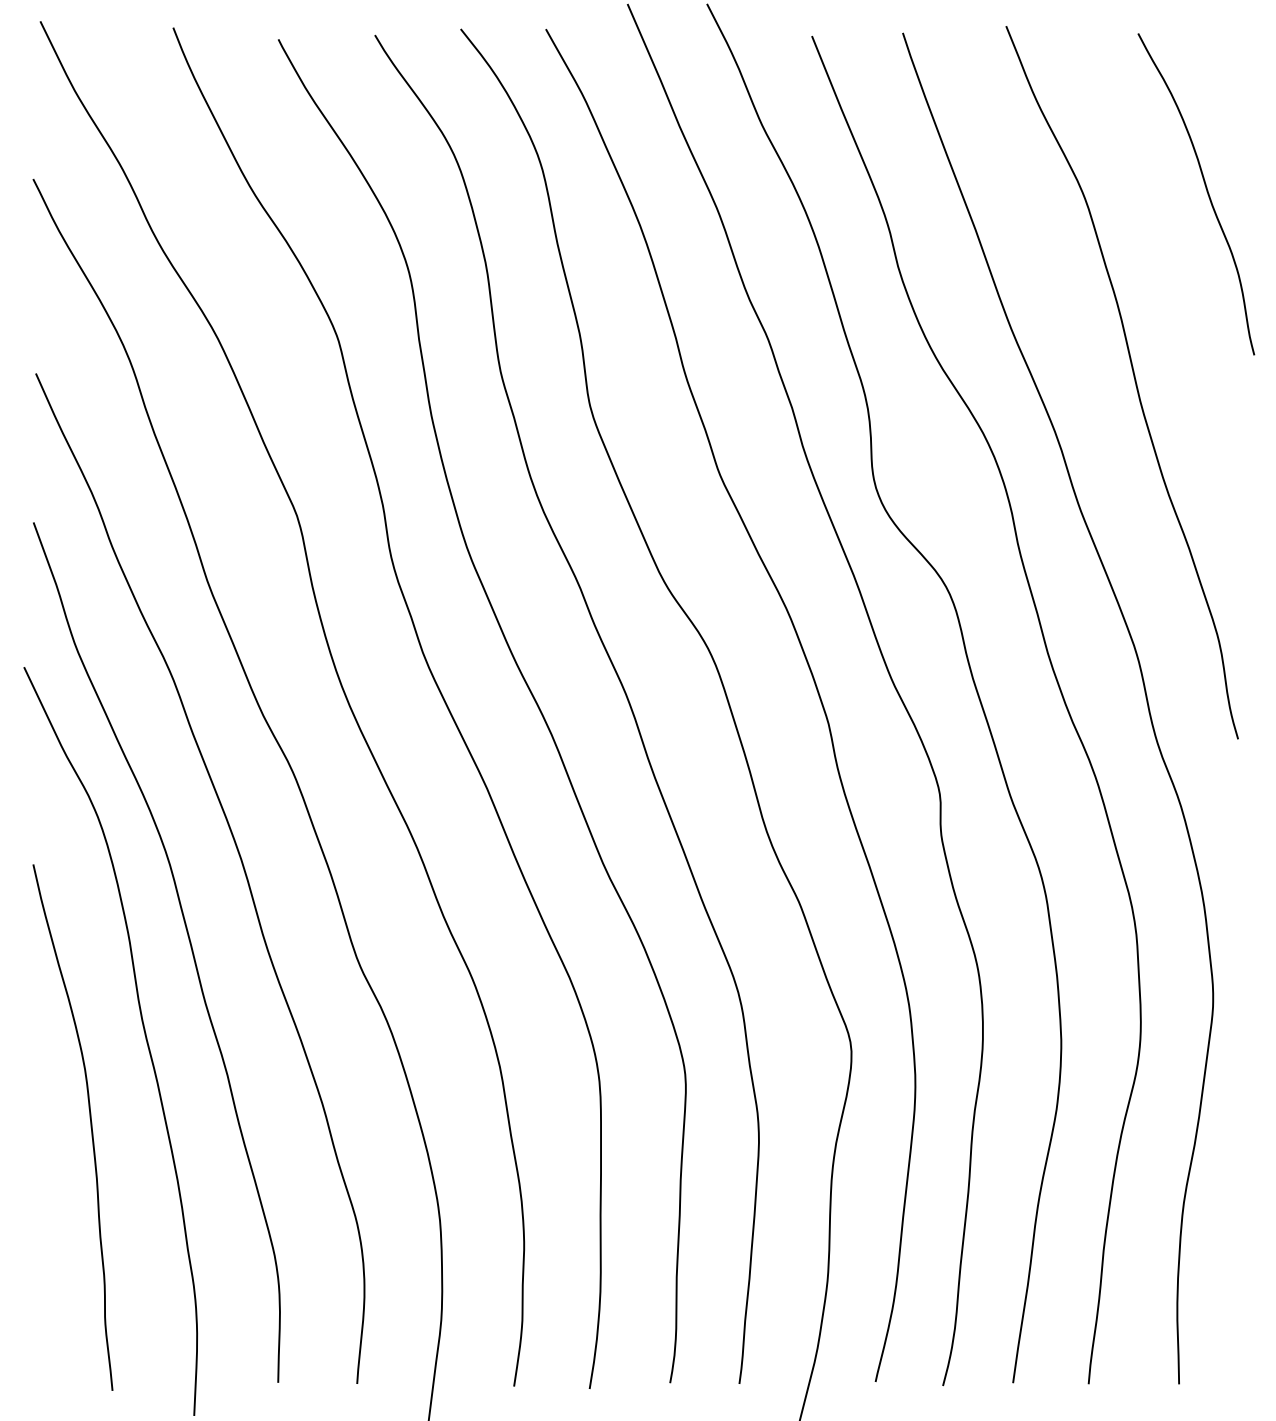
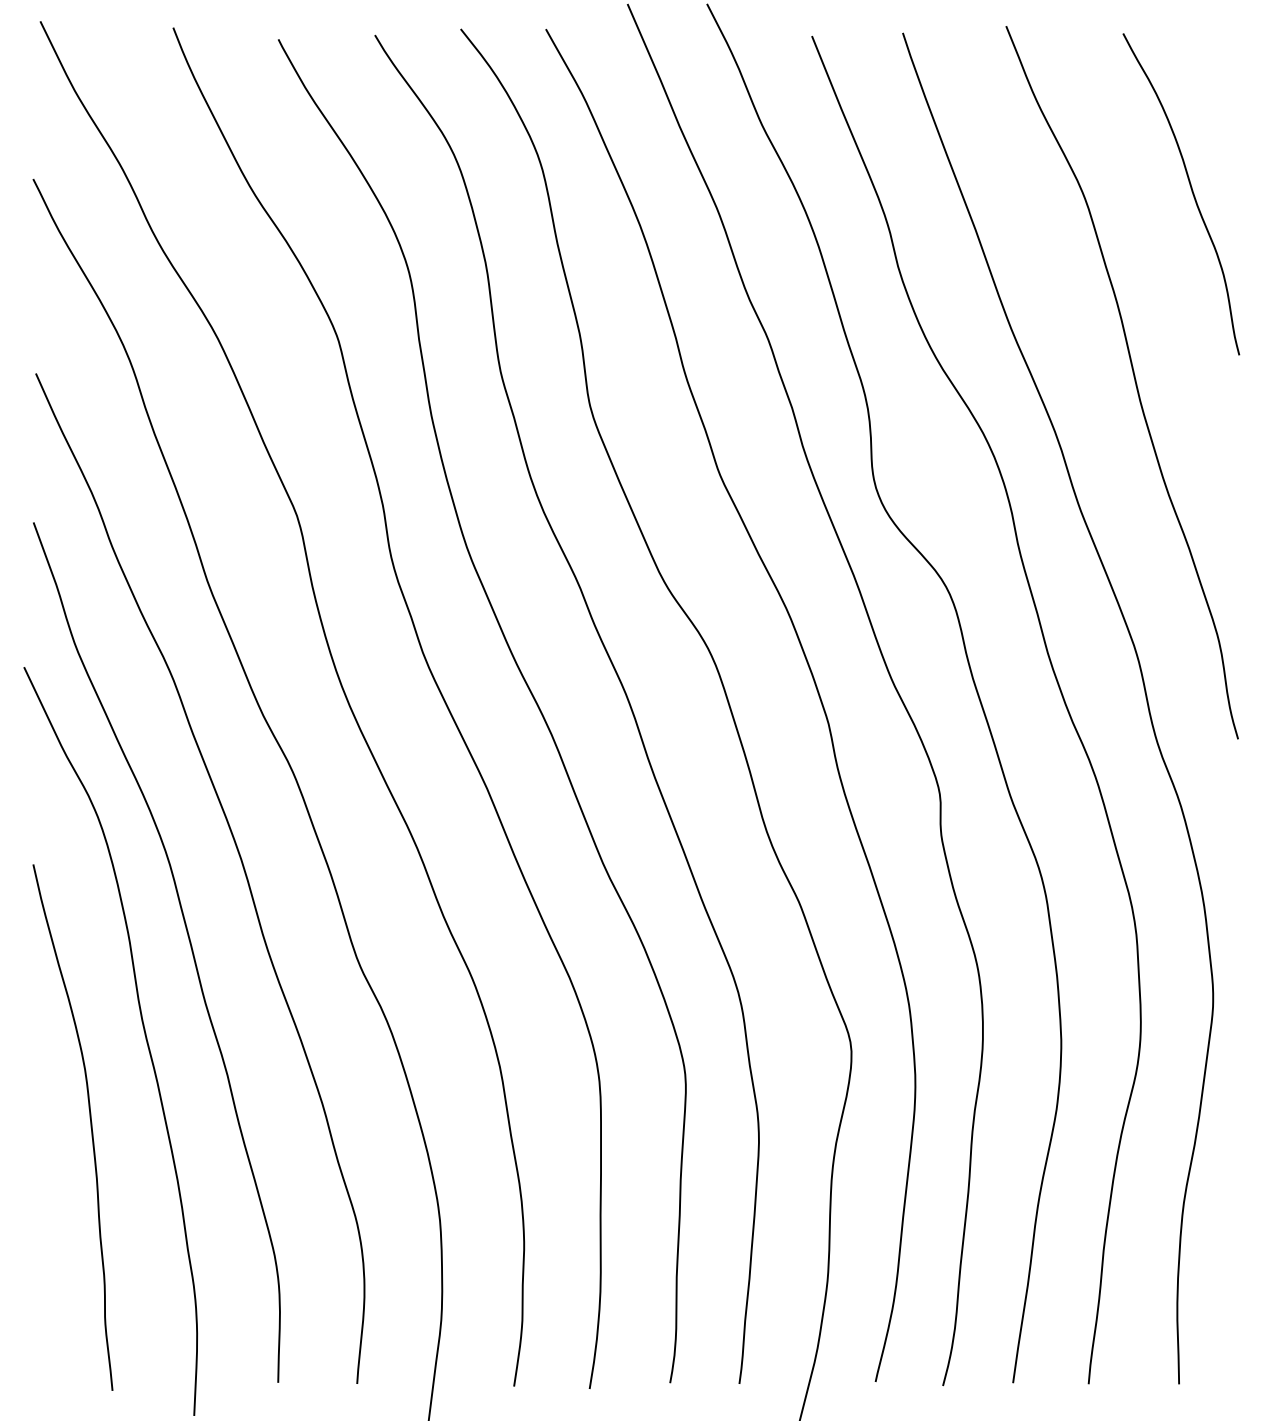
curve at (1206, 191) position: (1206, 191) -> (1191, 191)
